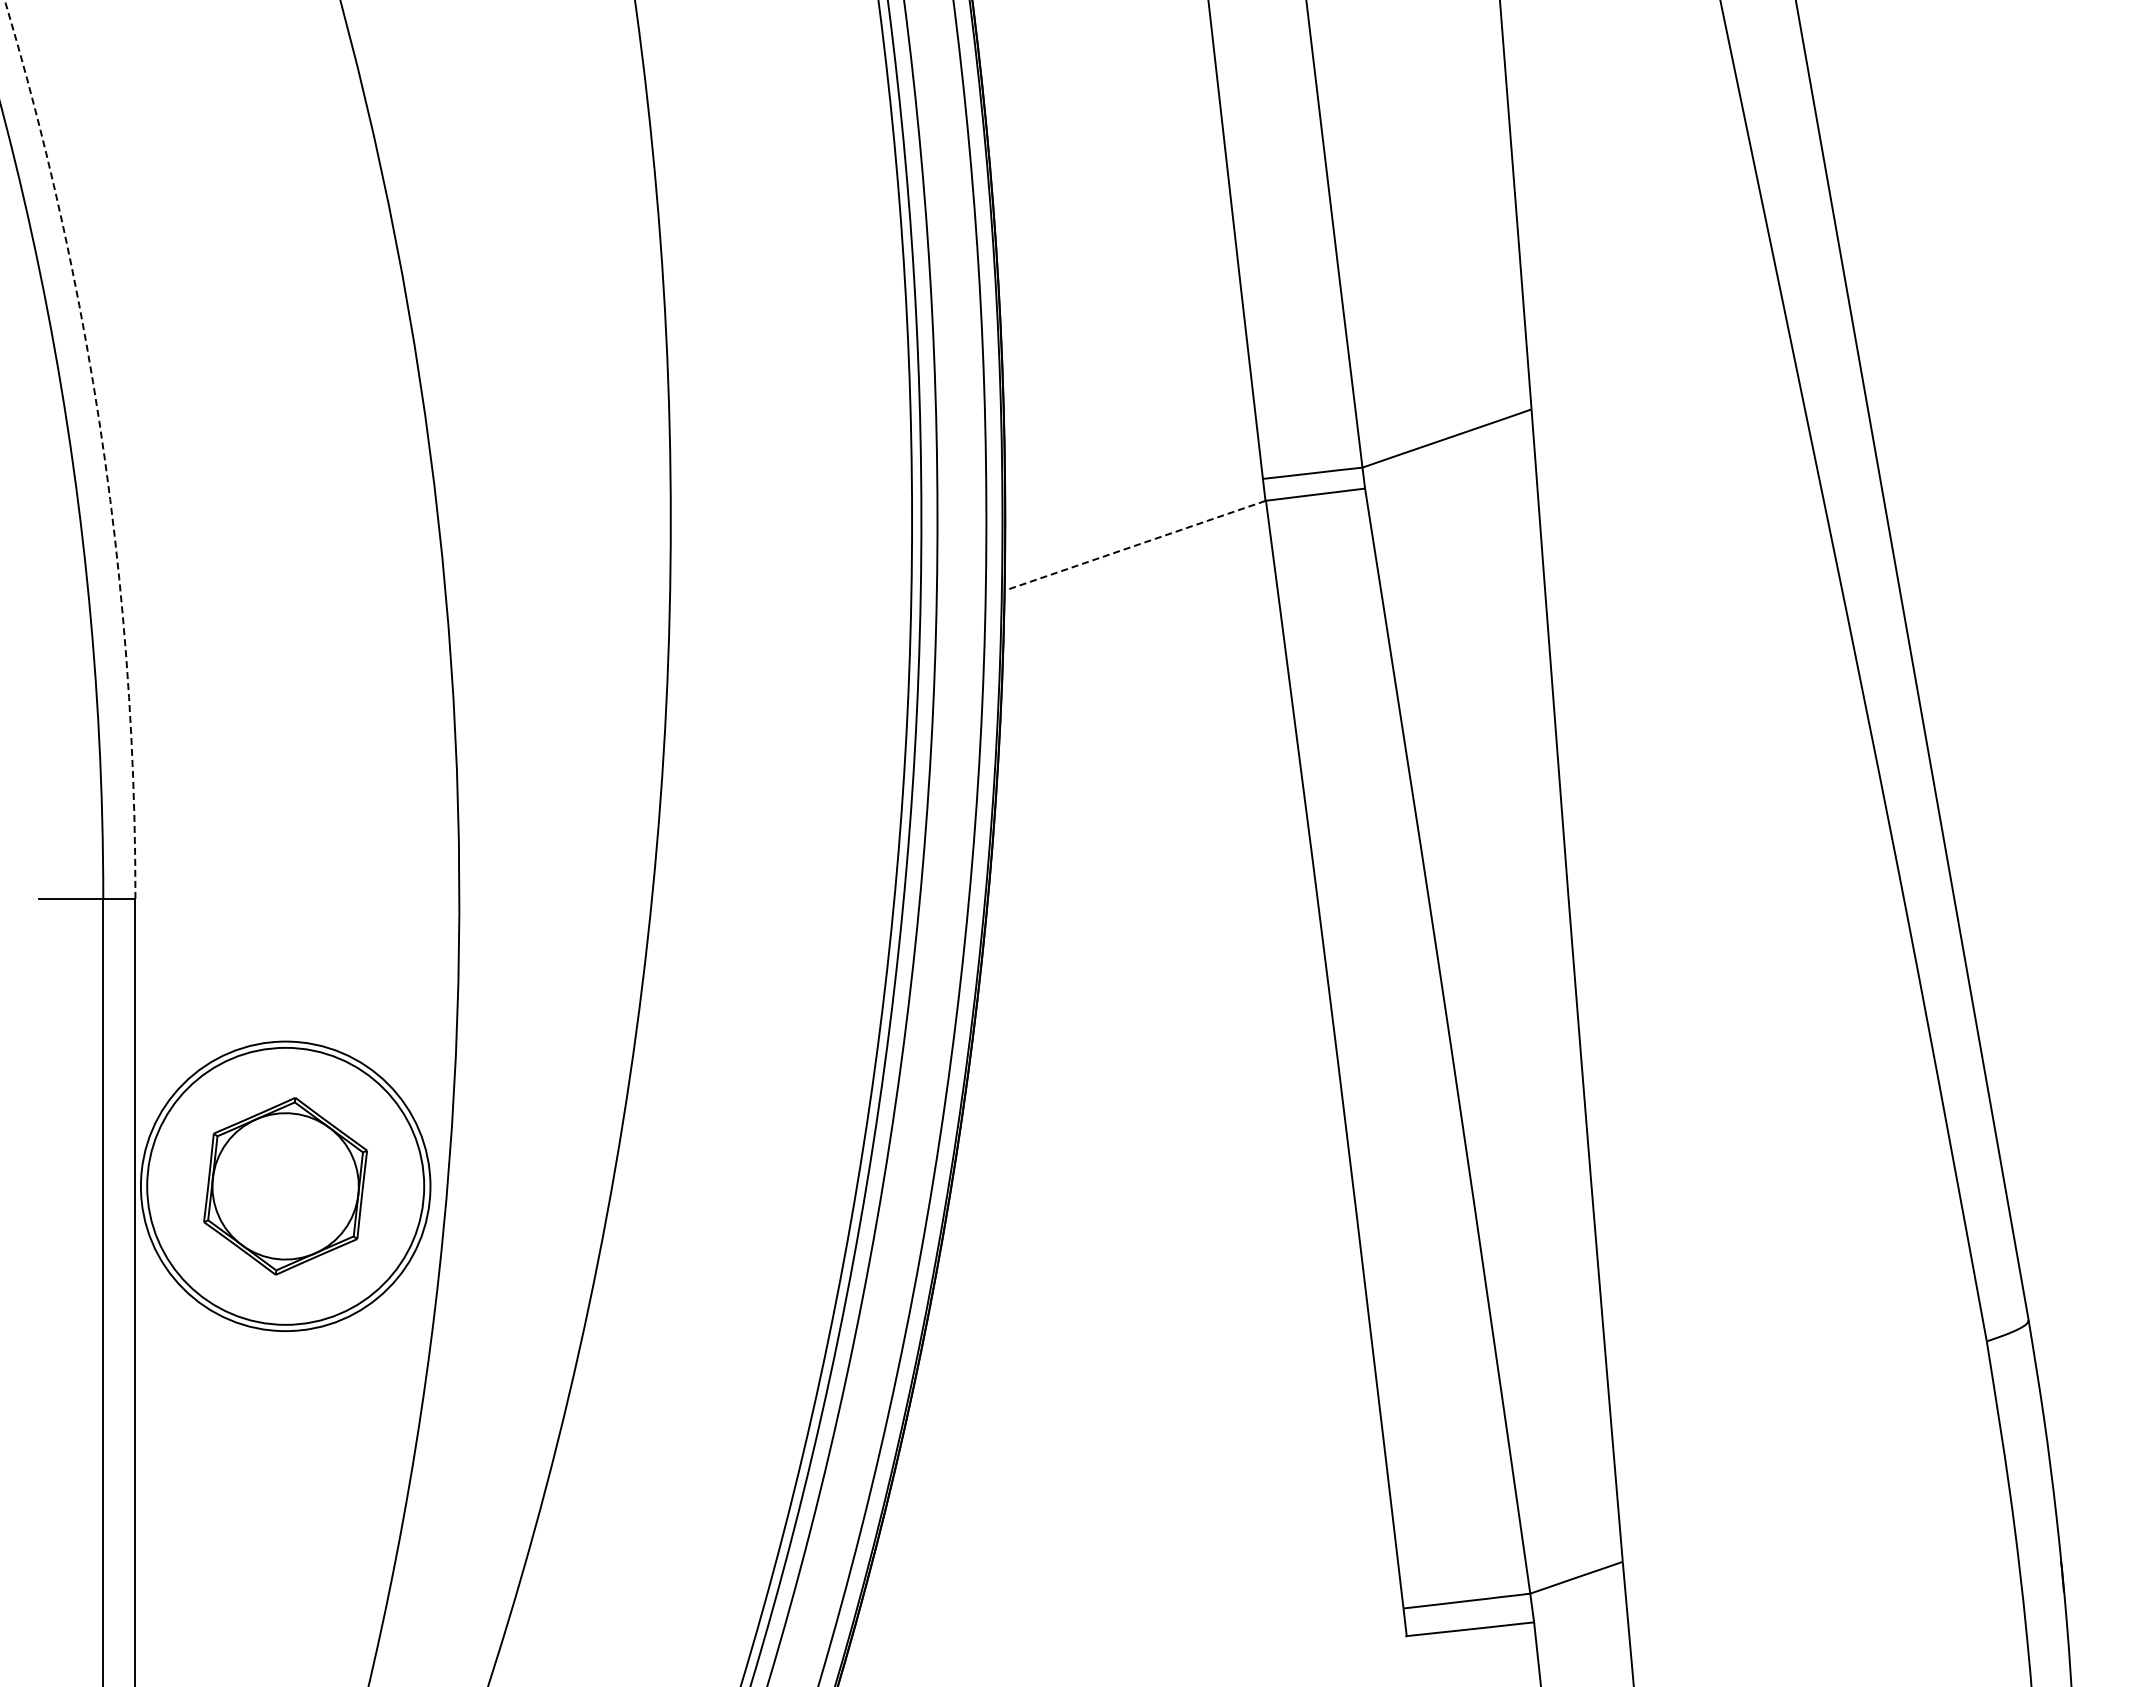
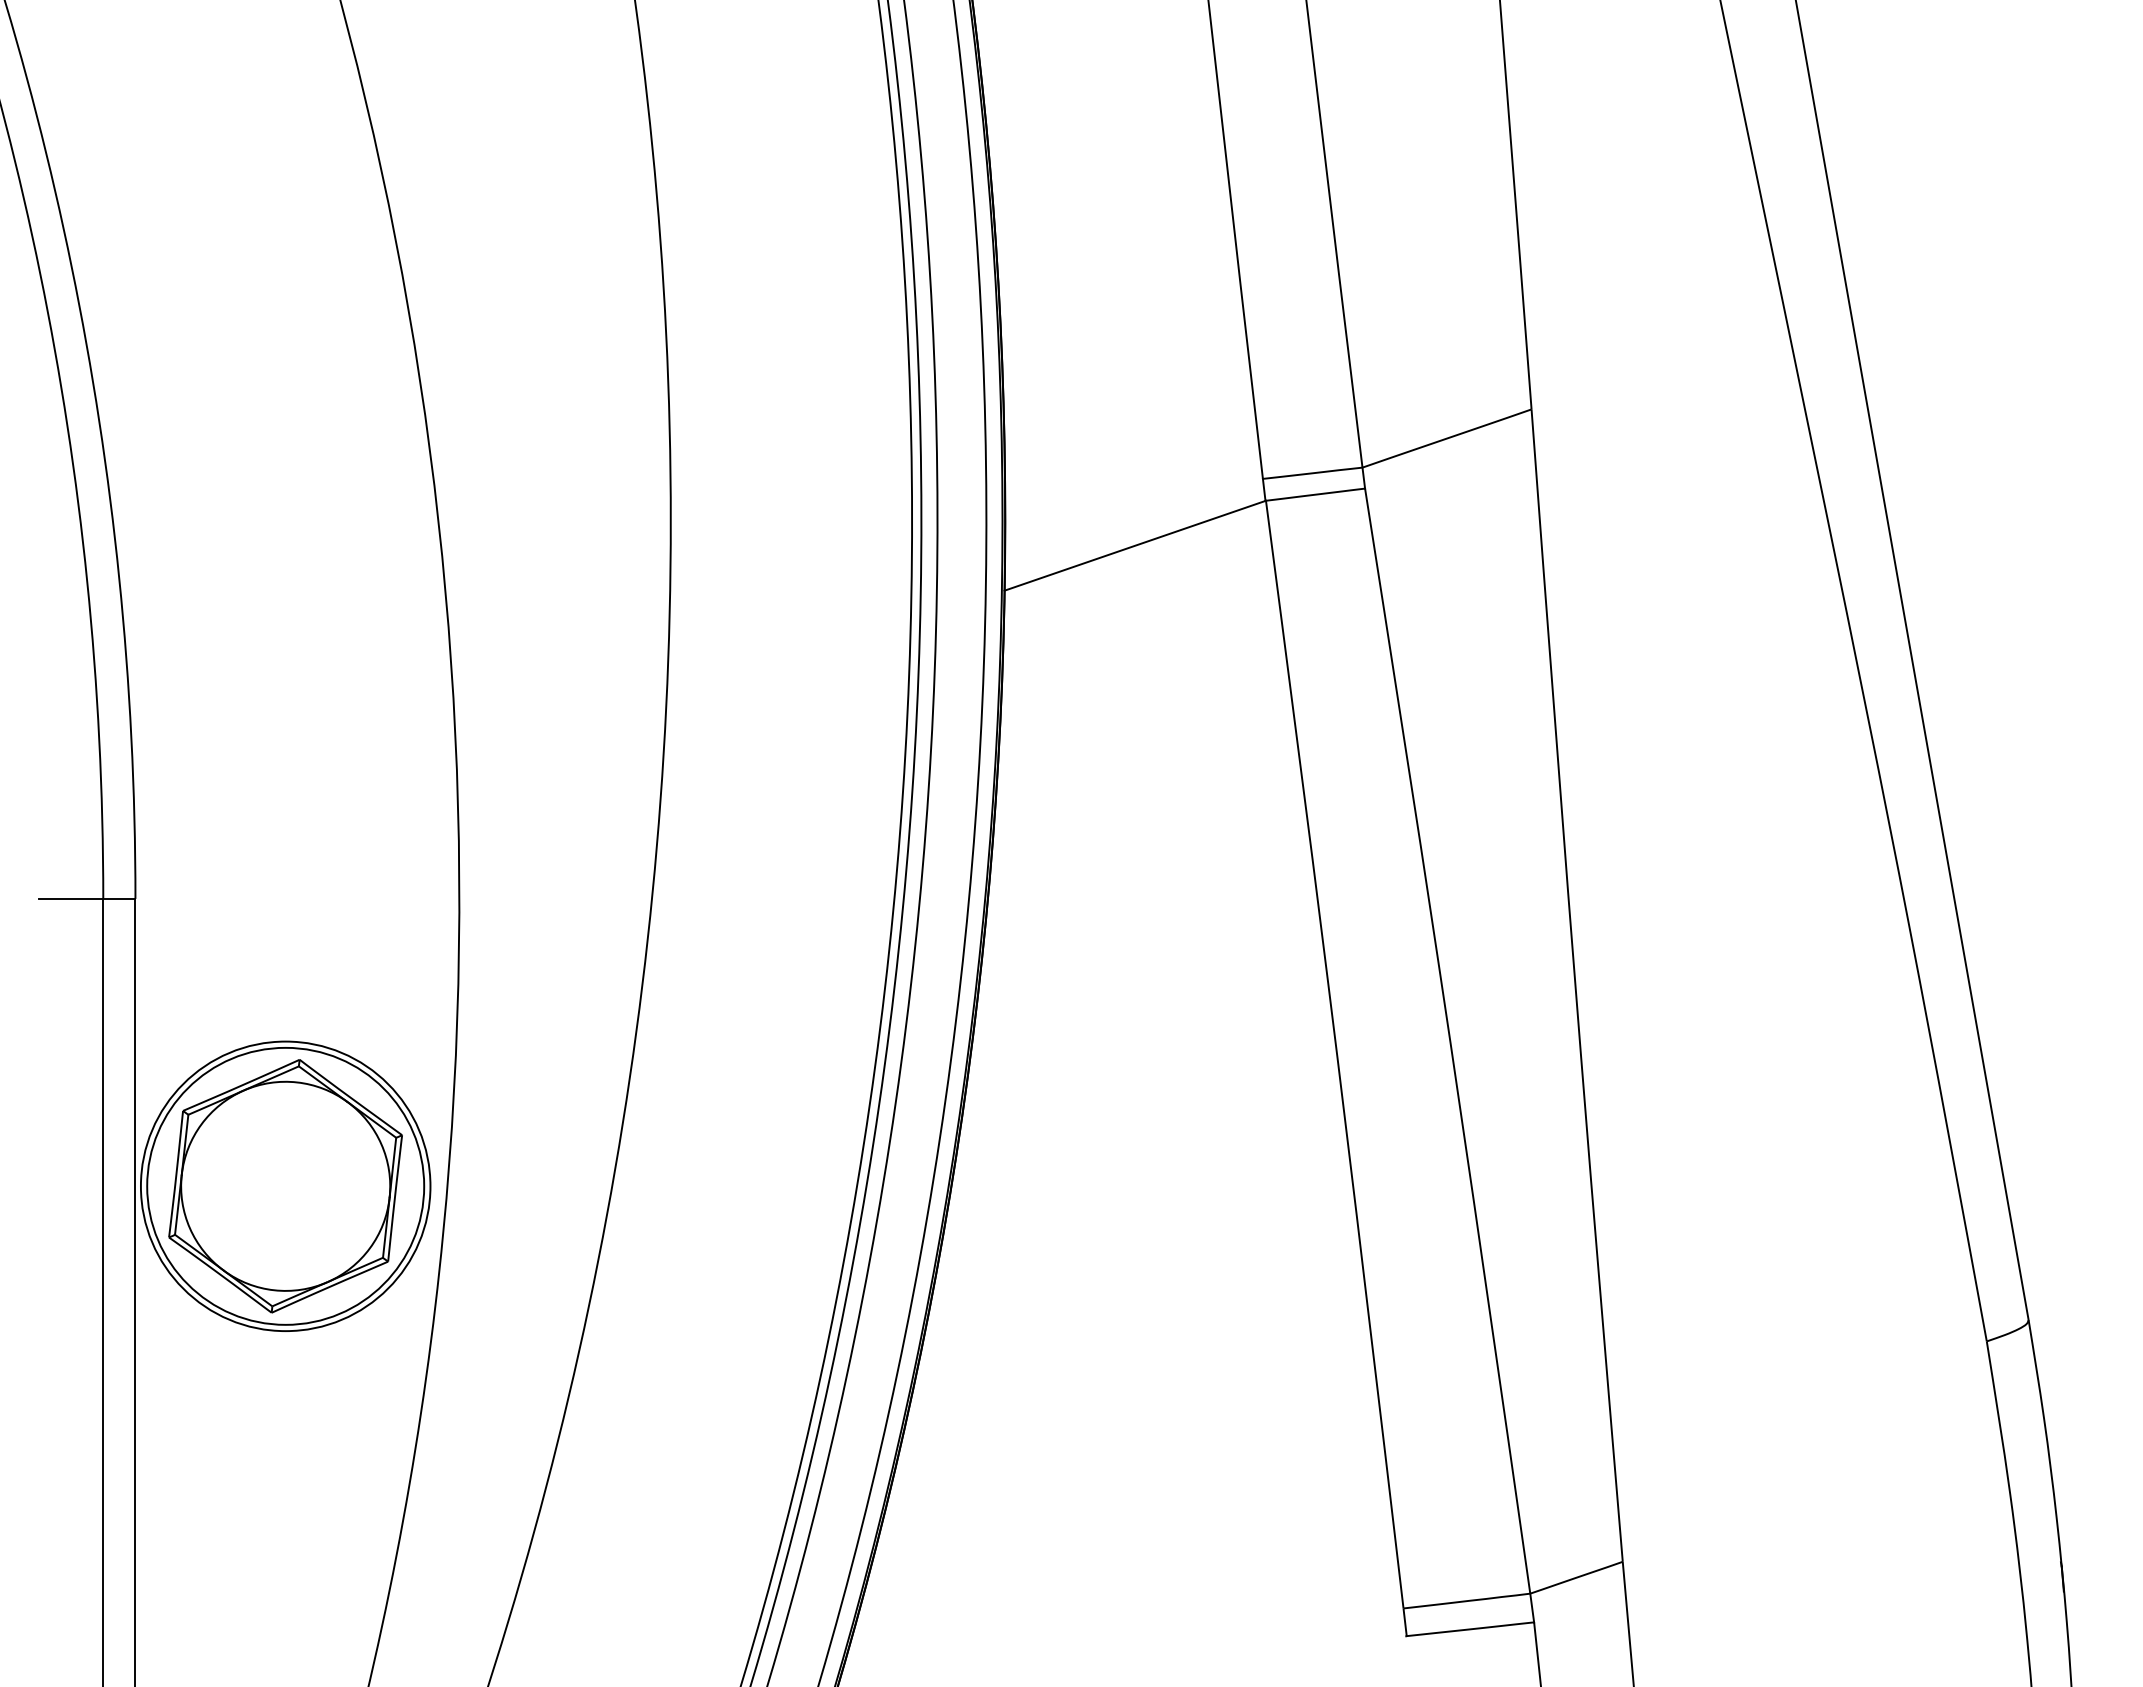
arc at (102, 443): dashed -> solid
line at (1135, 545): dashed -> solid
part at (285, 1186) size: 165x179 px -> 235x255 px
